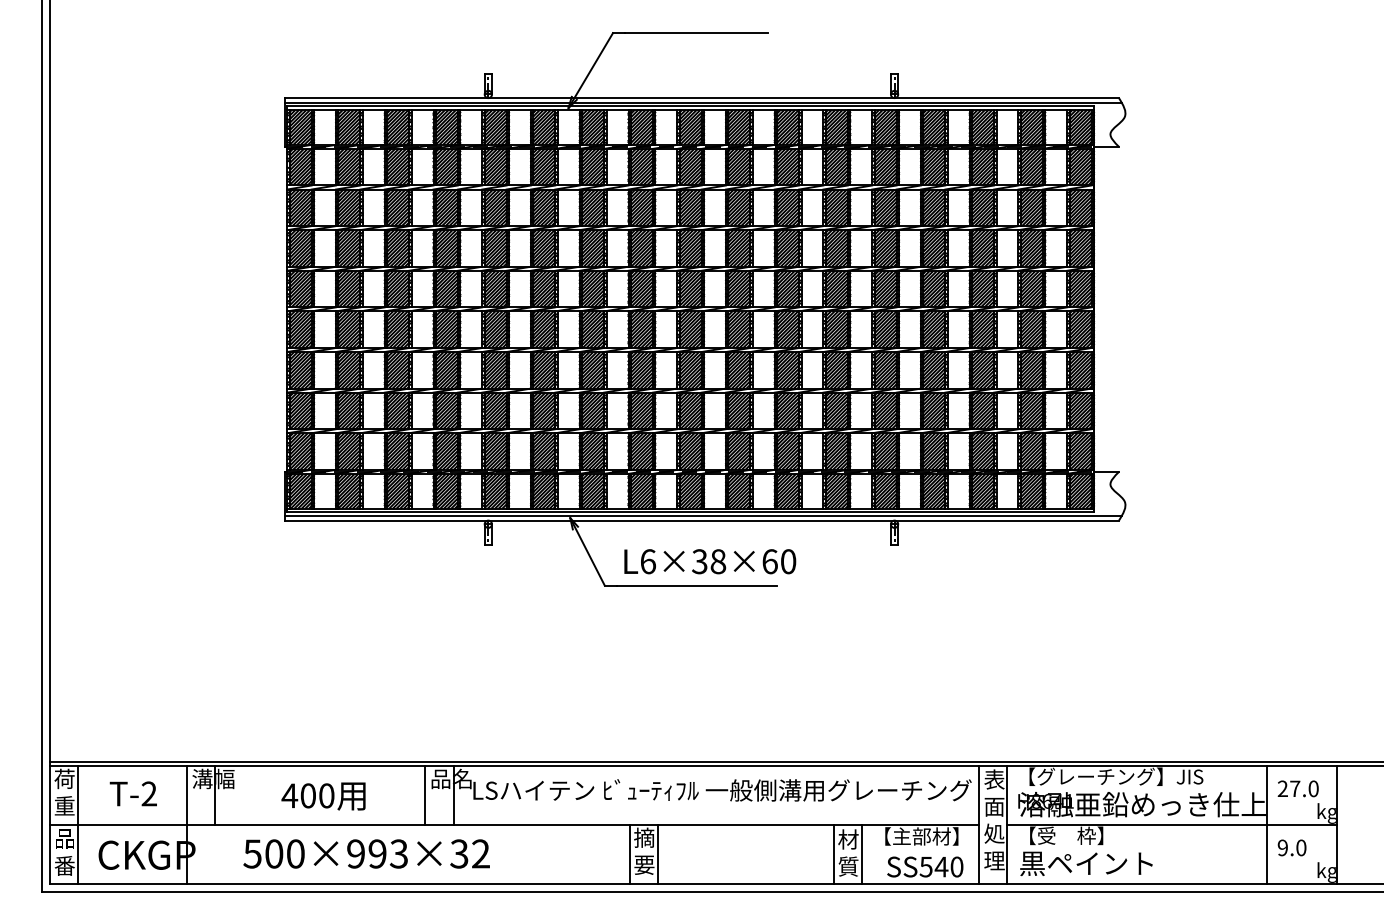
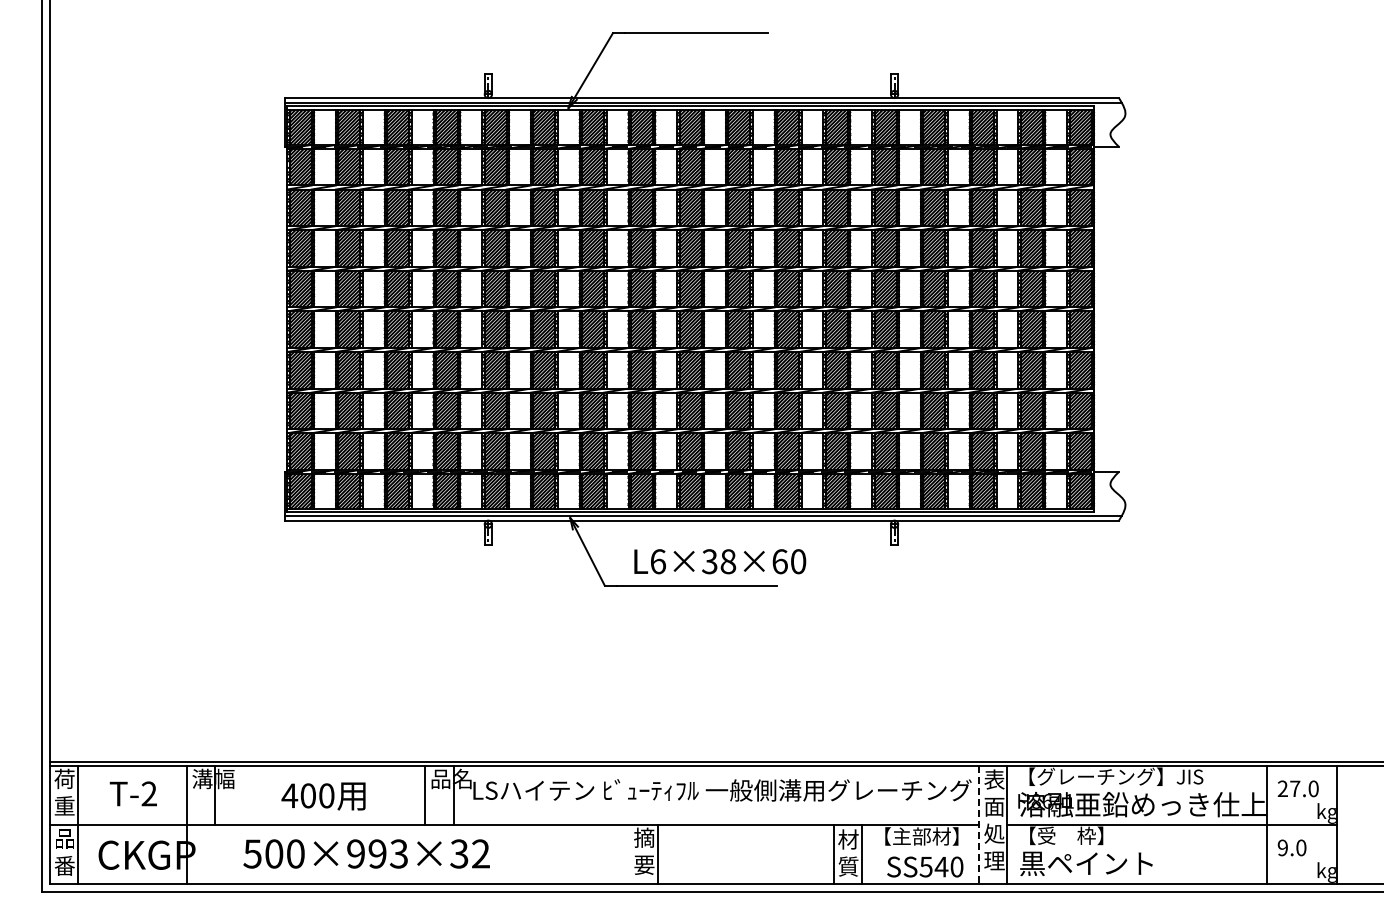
text at (710, 561) position: (710, 561) -> (720, 561)
line at (978, 825): solid -> dashed
line at (629, 854): present -> none
